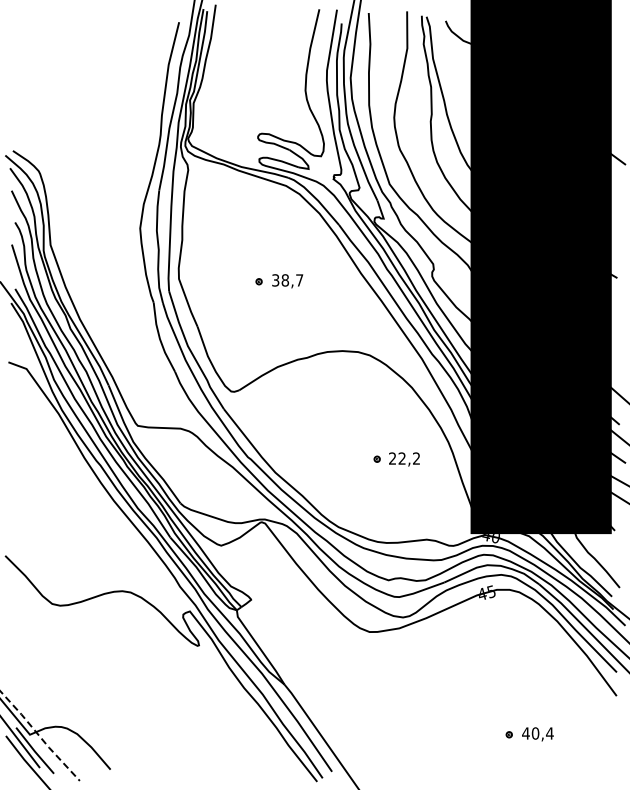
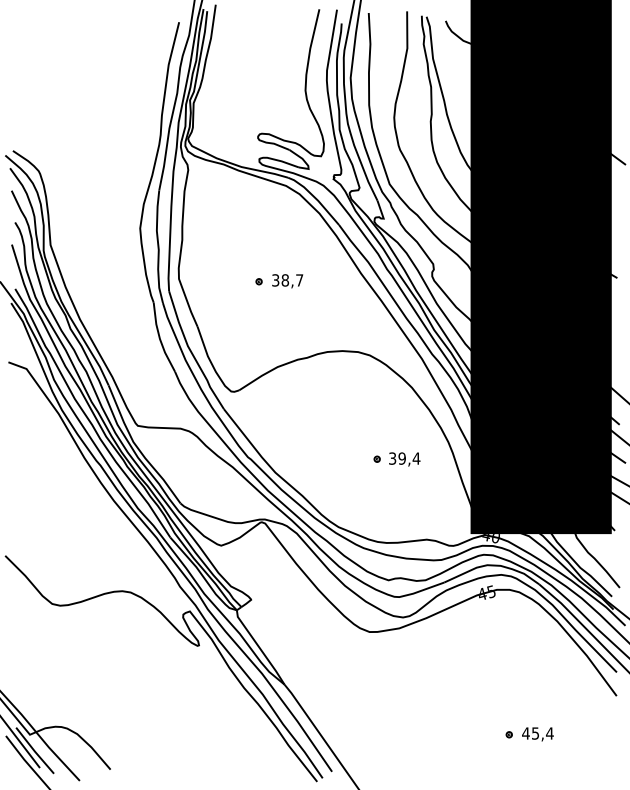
text at (404, 458): 22,2 -> 39,4
text at (535, 733): 40,4 -> 45,4
line at (39, 736): dashed -> solid
